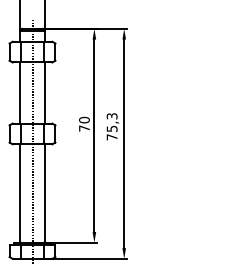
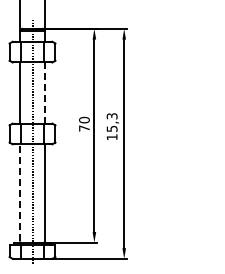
line at (44, 93): solid -> dashed
text at (111, 137): 75,3 -> 15,3
line at (20, 192): solid -> dashed
